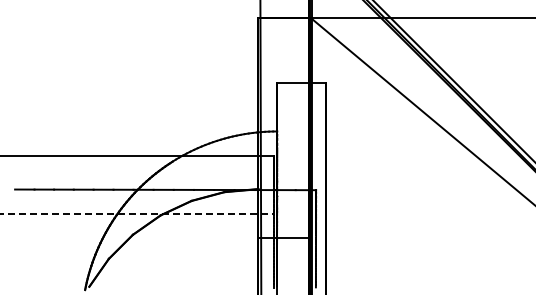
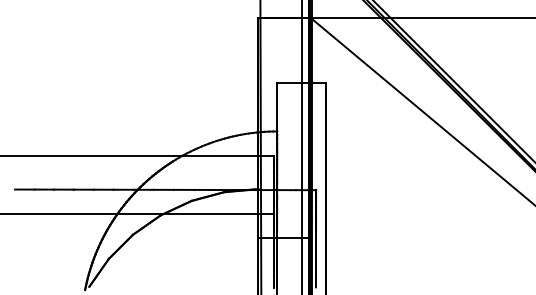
line at (302, 146): none -> present
line at (138, 214): dashed -> solid
